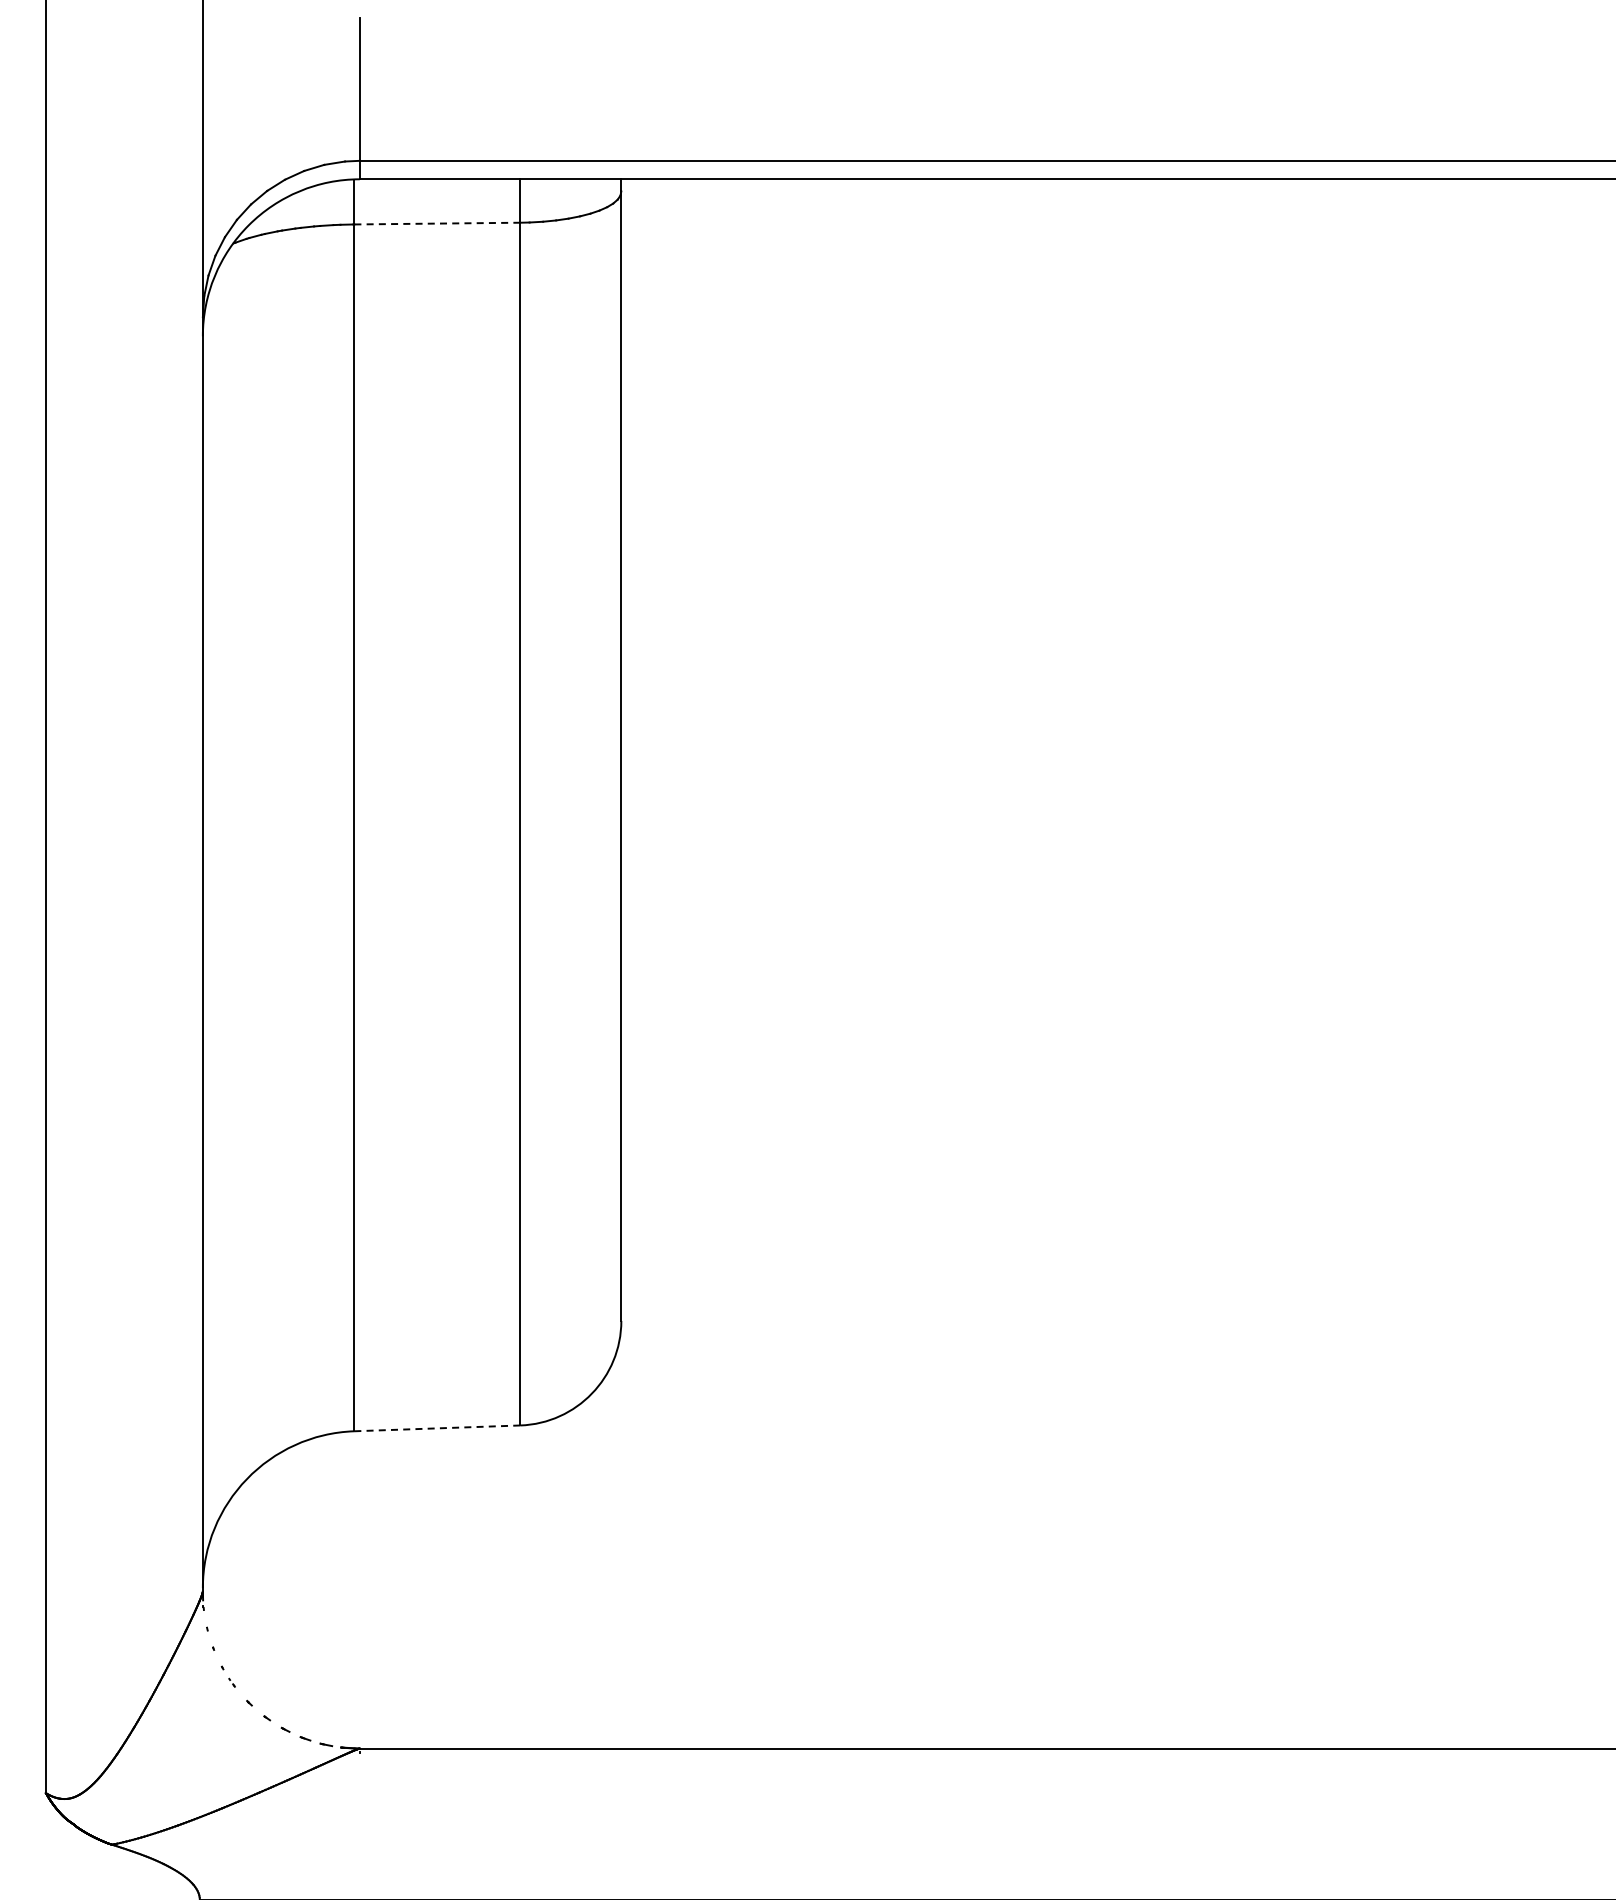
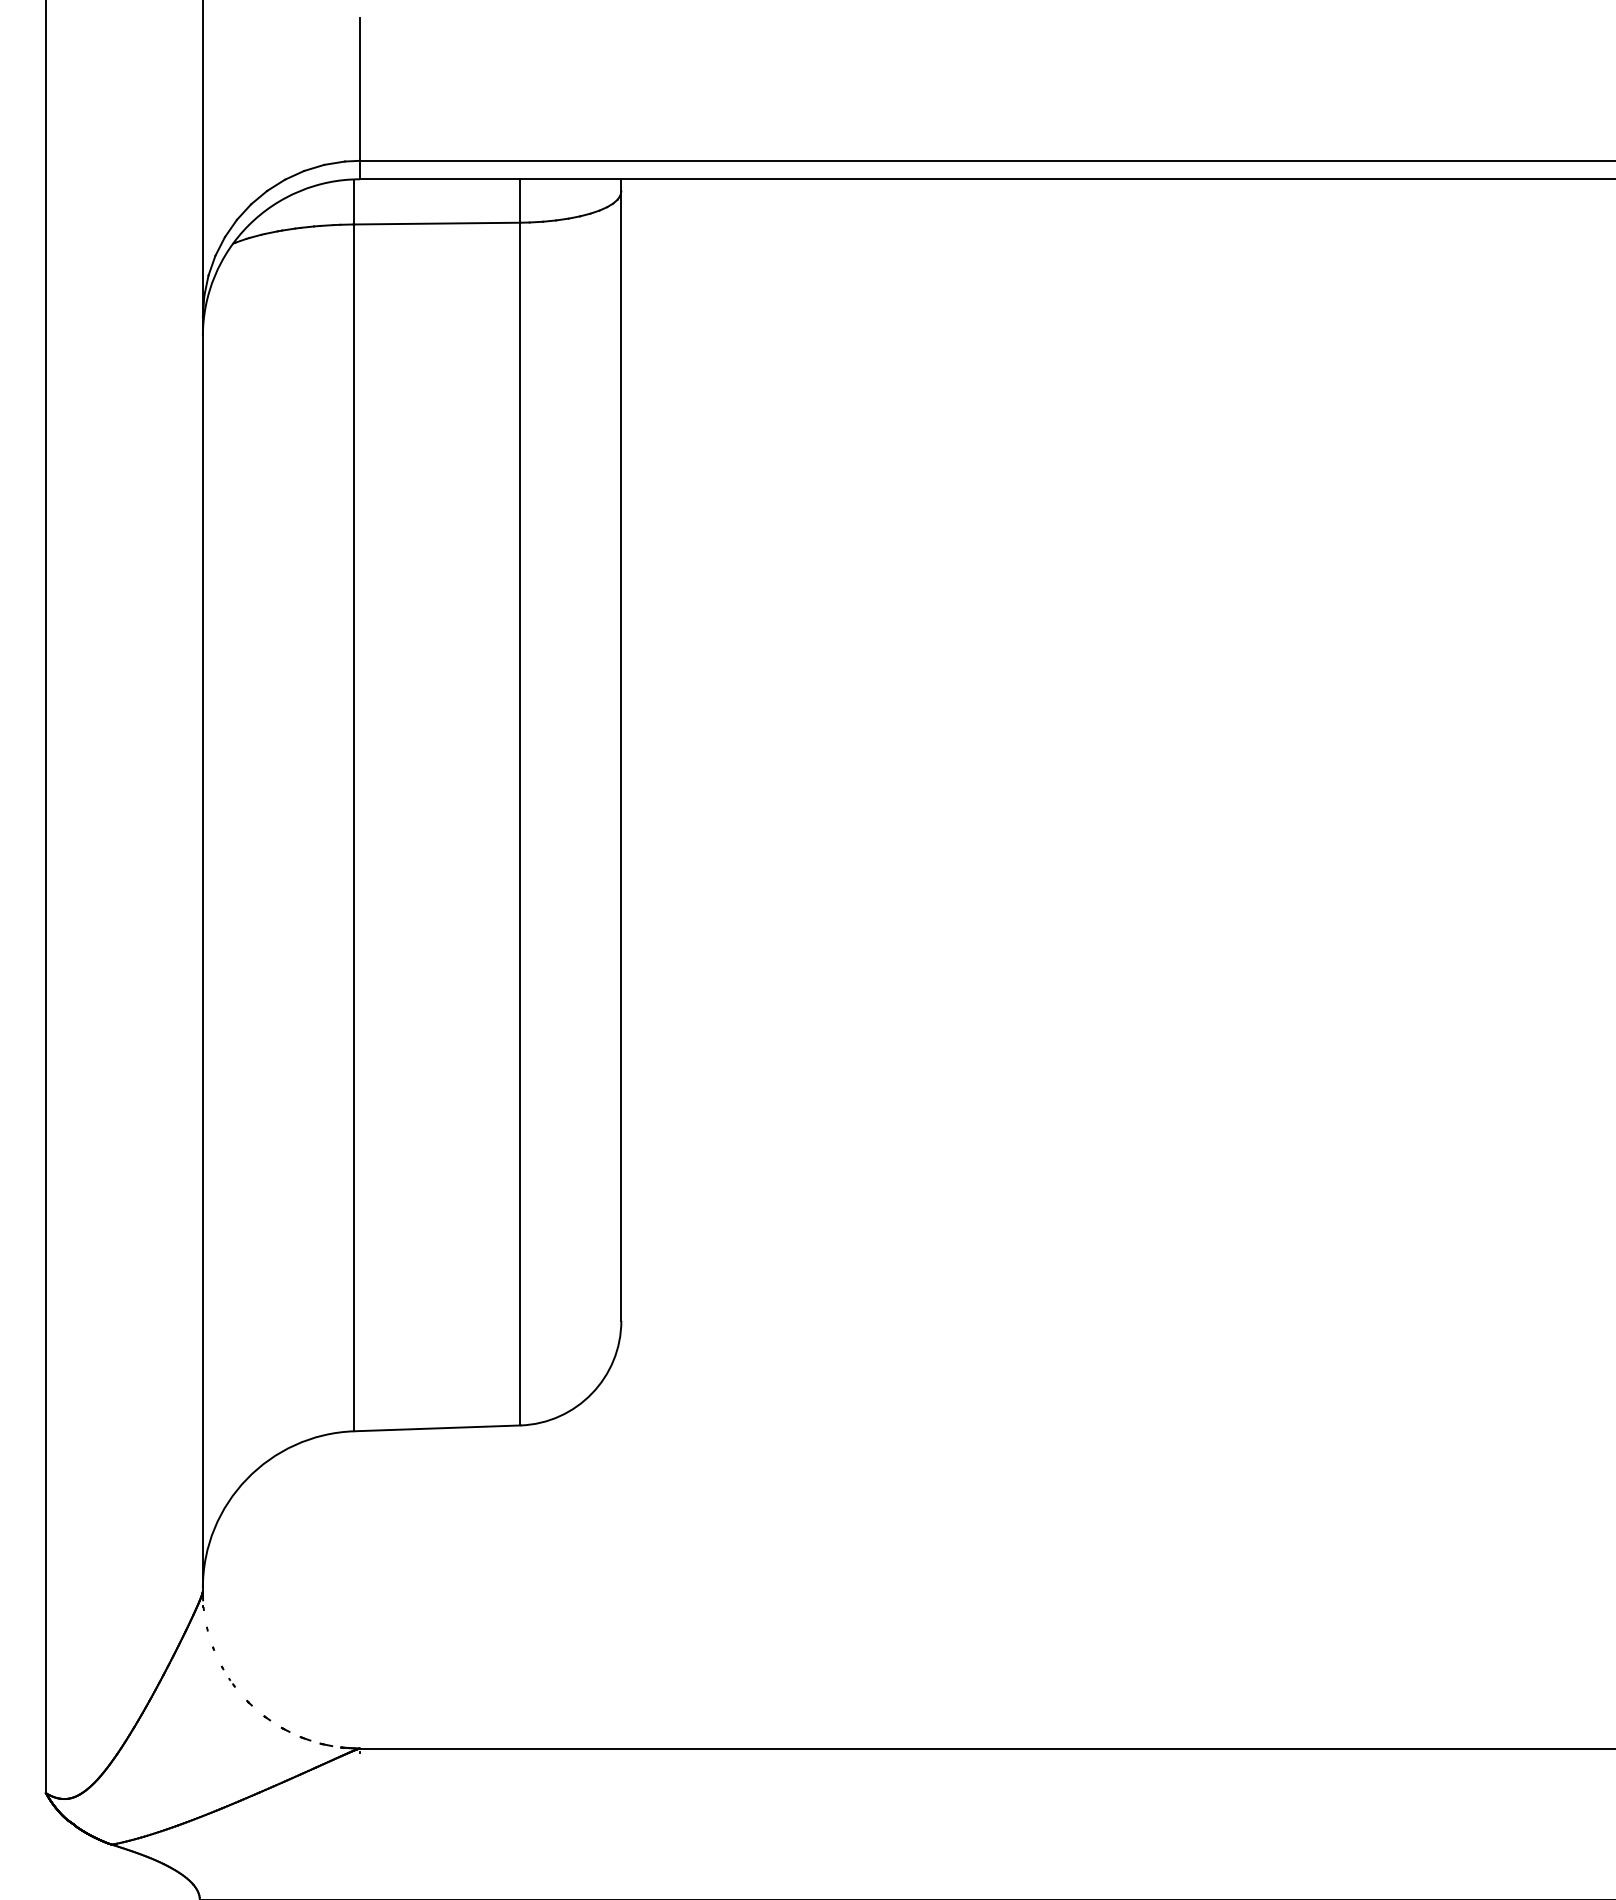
line at (436, 223): dashed -> solid
line at (437, 1428): dashed -> solid
